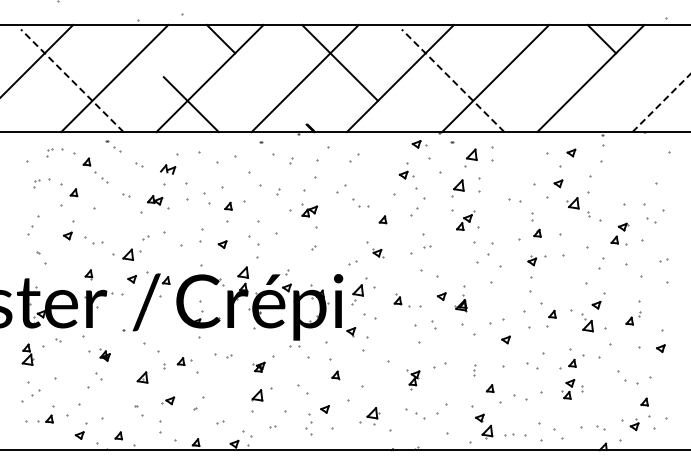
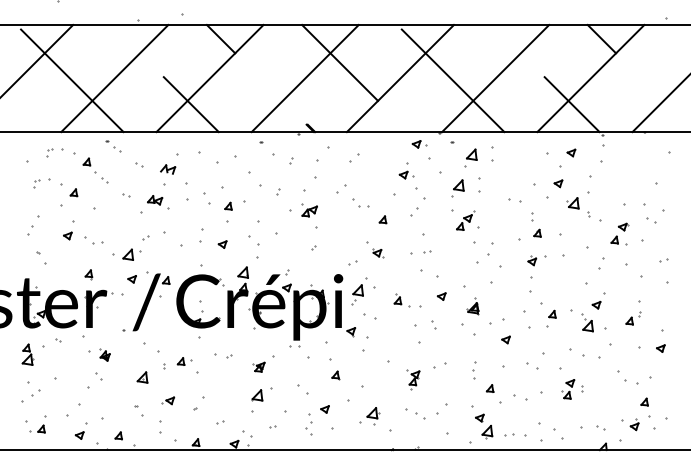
line at (72, 80): dashed -> solid
line at (453, 80): dashed -> solid
line at (662, 102): dashed -> solid
line at (571, 104): none -> present
part at (427, 246) position: (427, 246) -> (427, 251)
part at (460, 303) position: (460, 303) -> (472, 306)
part at (572, 362): present -> none
part at (474, 370) size: 4x13 px -> 5x19 px
part at (45, 414) position: (45, 414) -> (37, 424)
